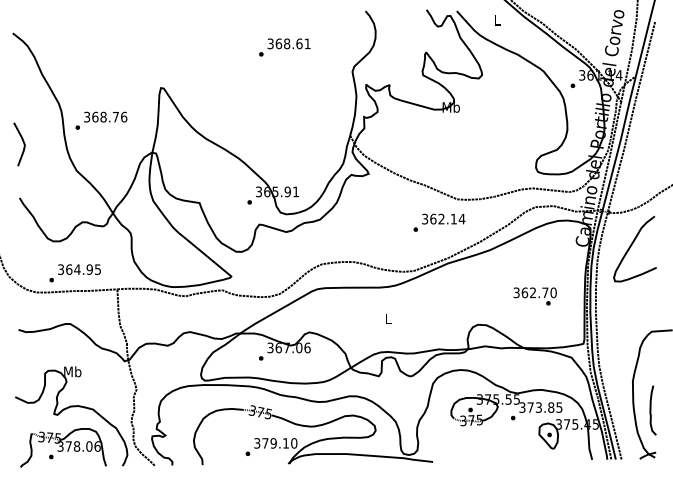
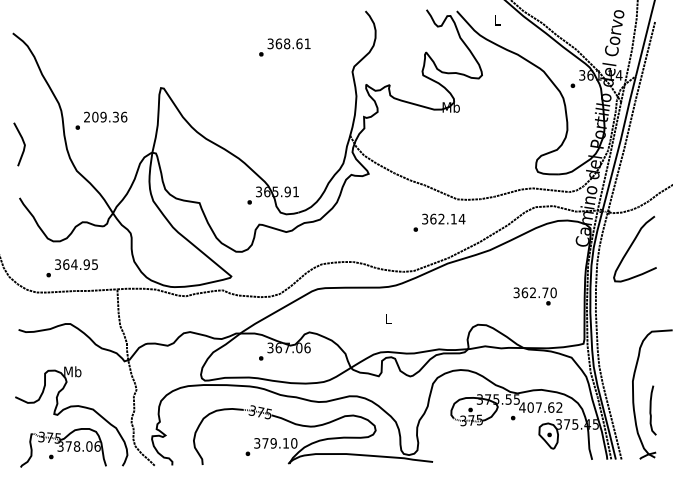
text at (101, 116): 368.76 -> 209.36
text at (74, 273) position: (74, 273) -> (71, 268)
text at (540, 407): 373.85 -> 407.62
